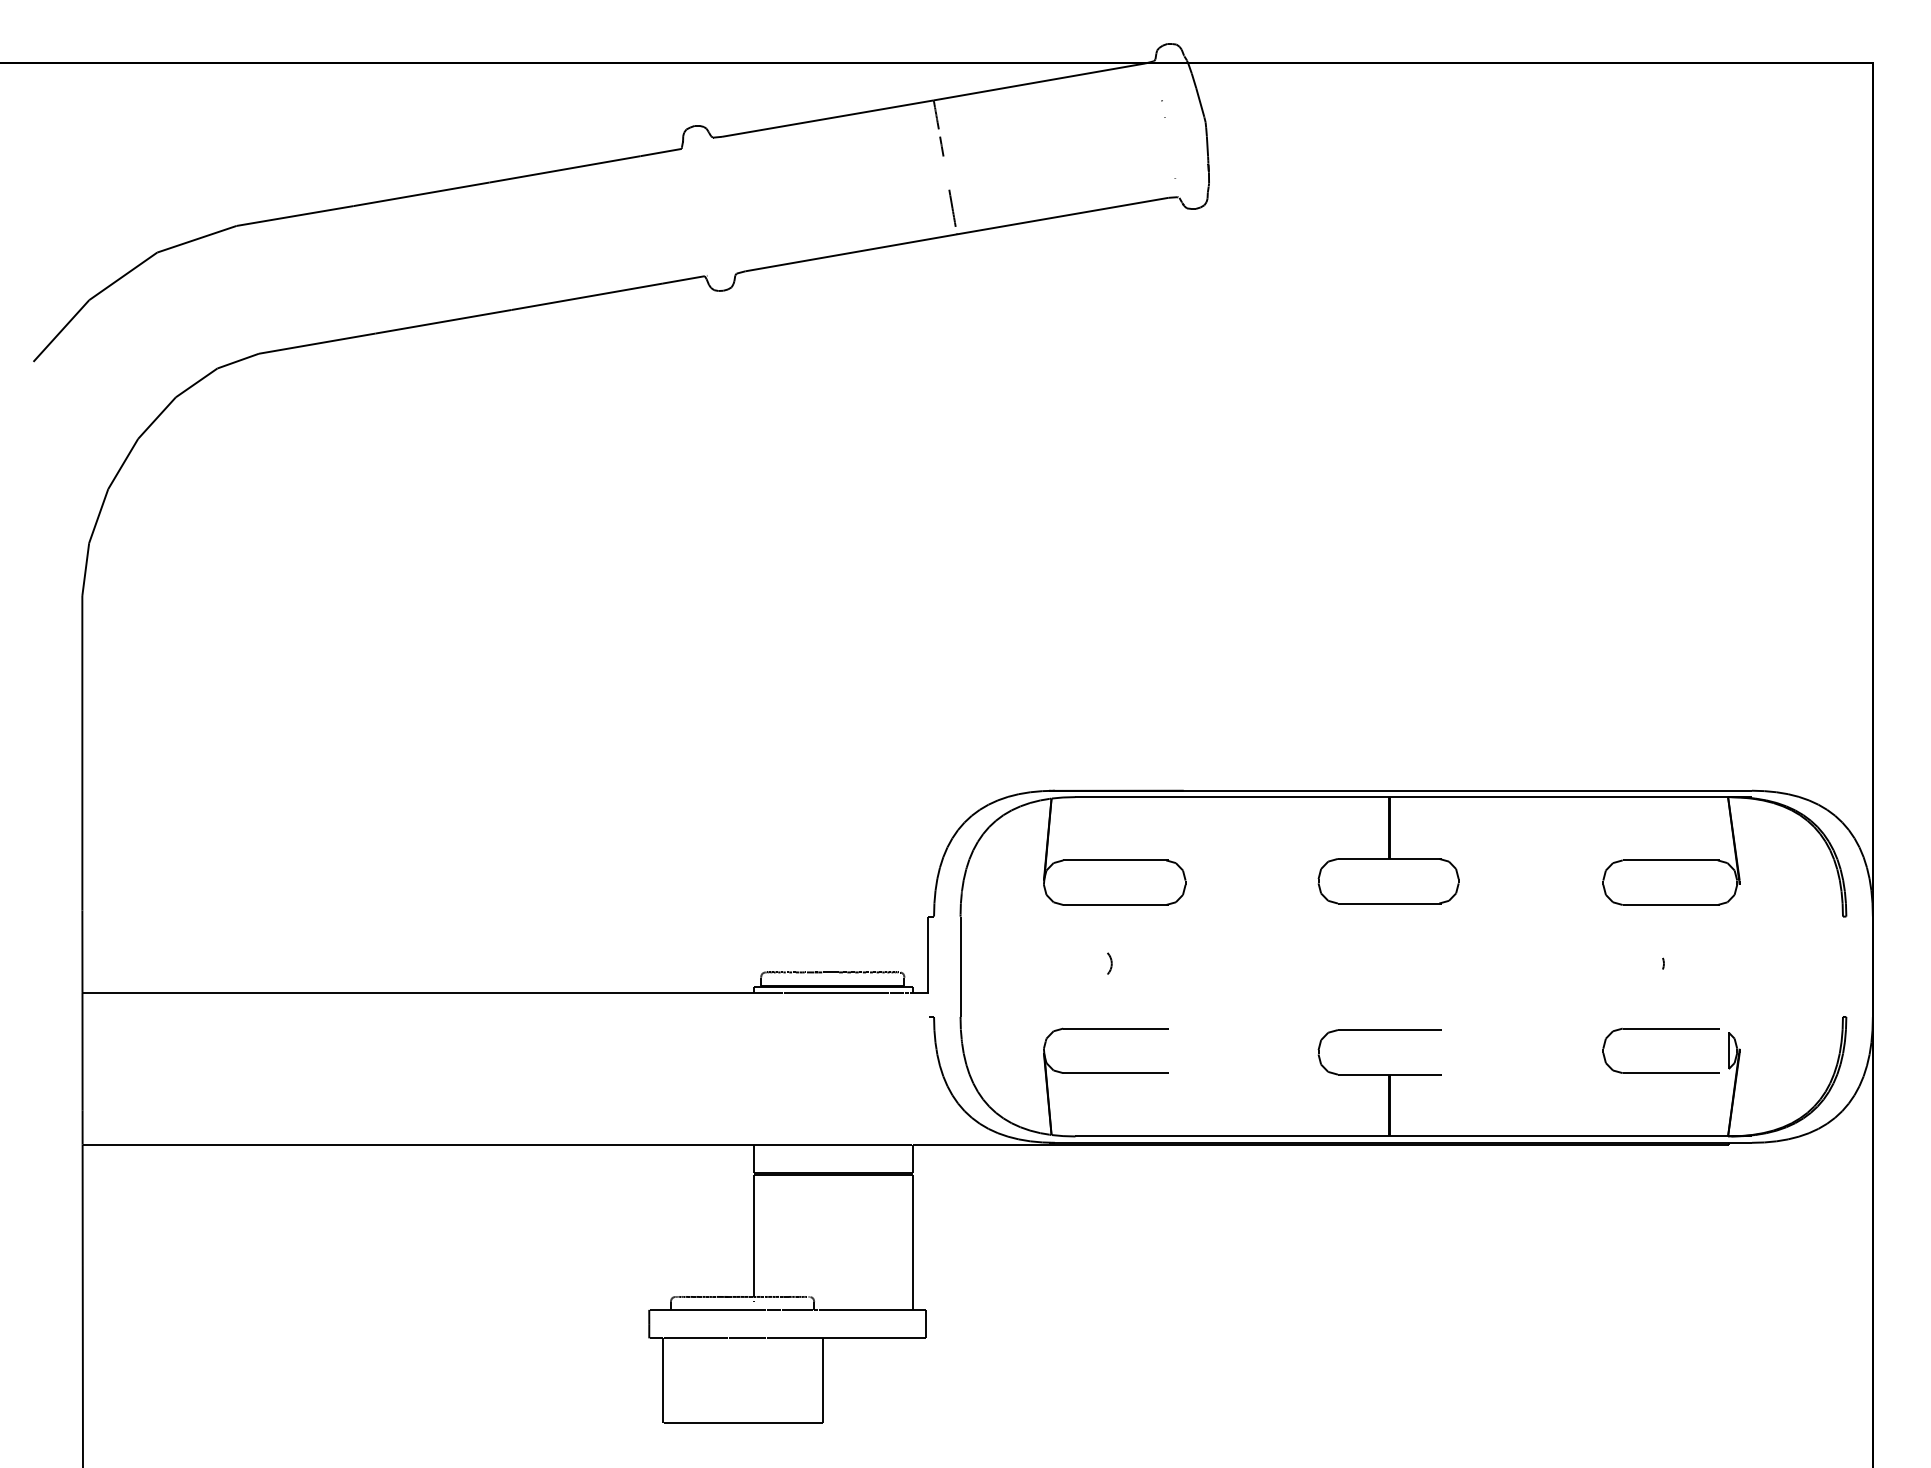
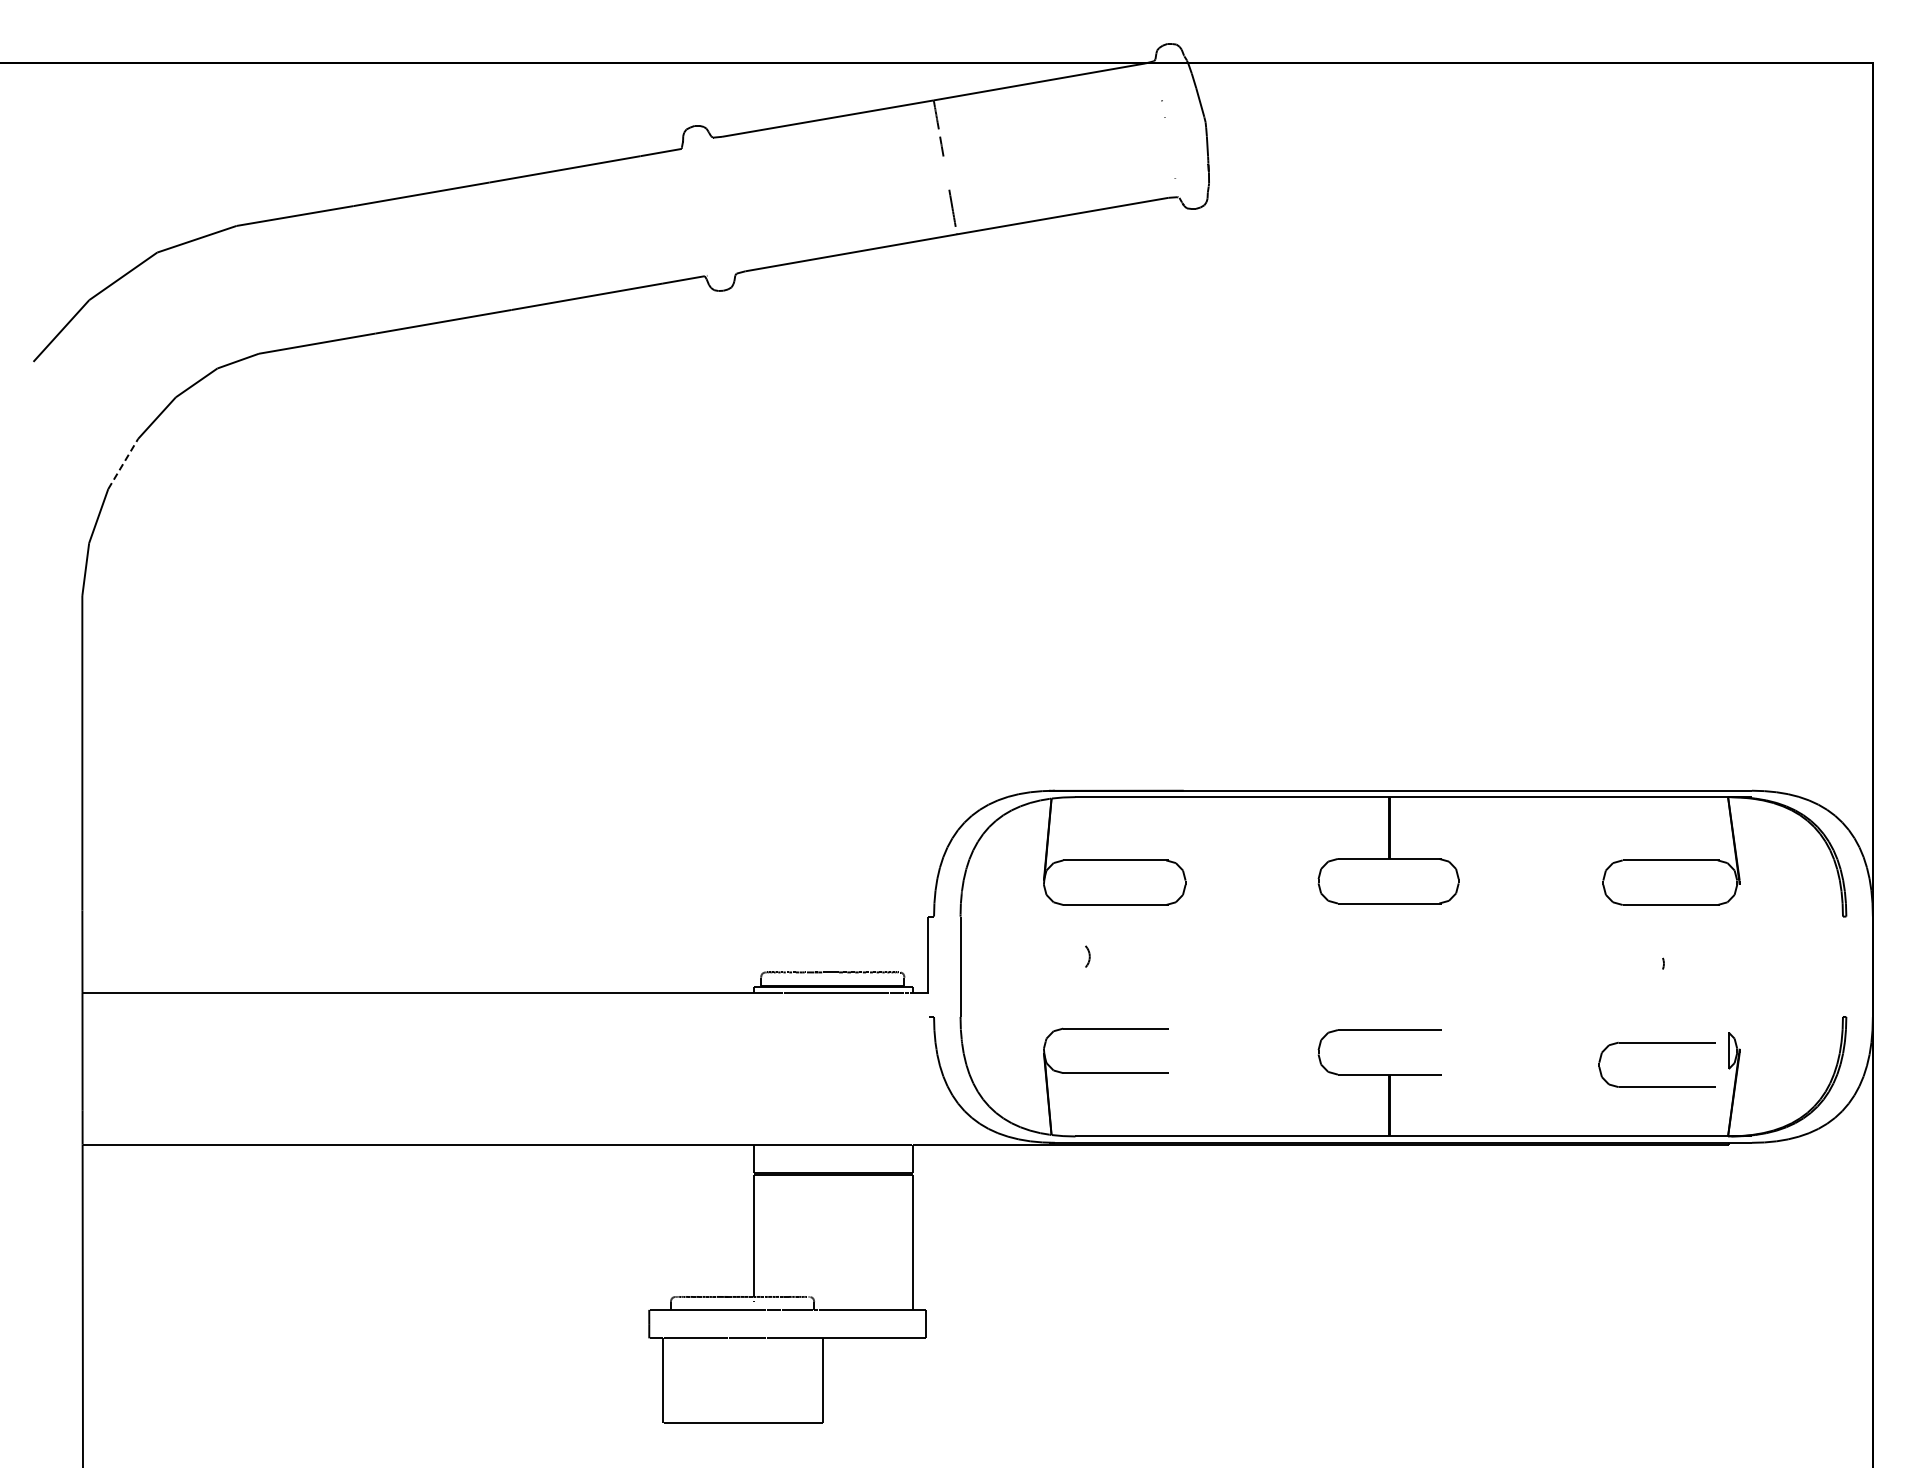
line at (123, 463): solid -> dashed
part at (1109, 963) position: (1109, 963) -> (1087, 956)
part at (1660, 1029) position: (1660, 1029) -> (1656, 1043)
